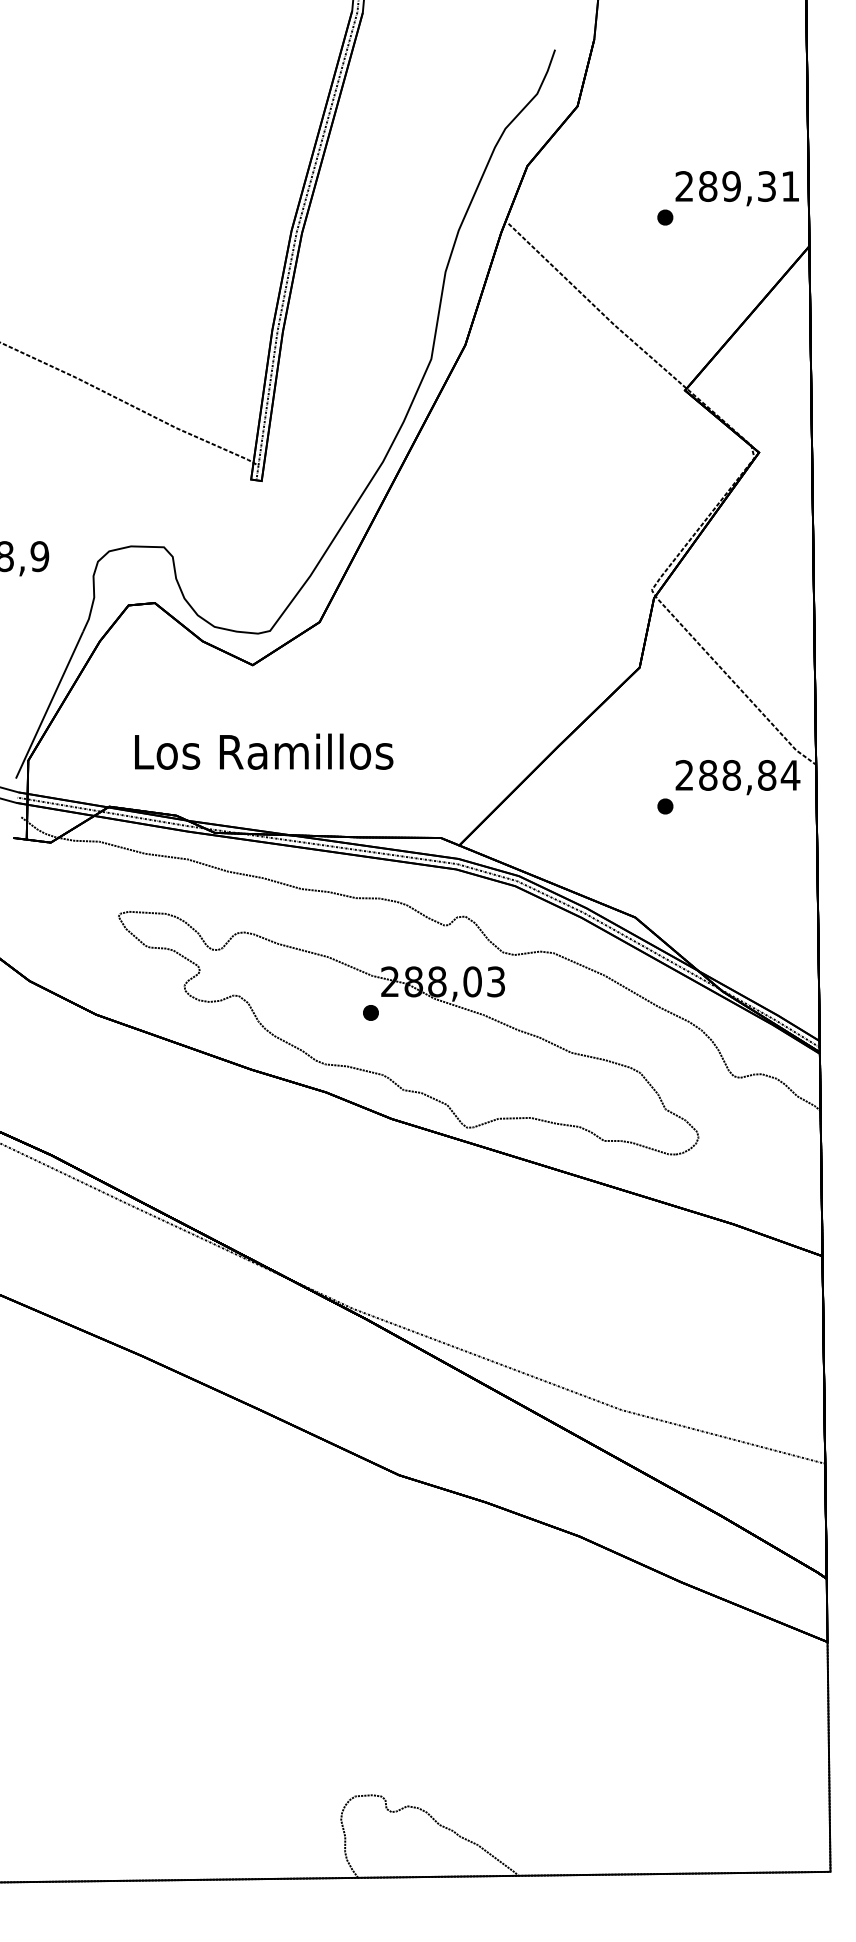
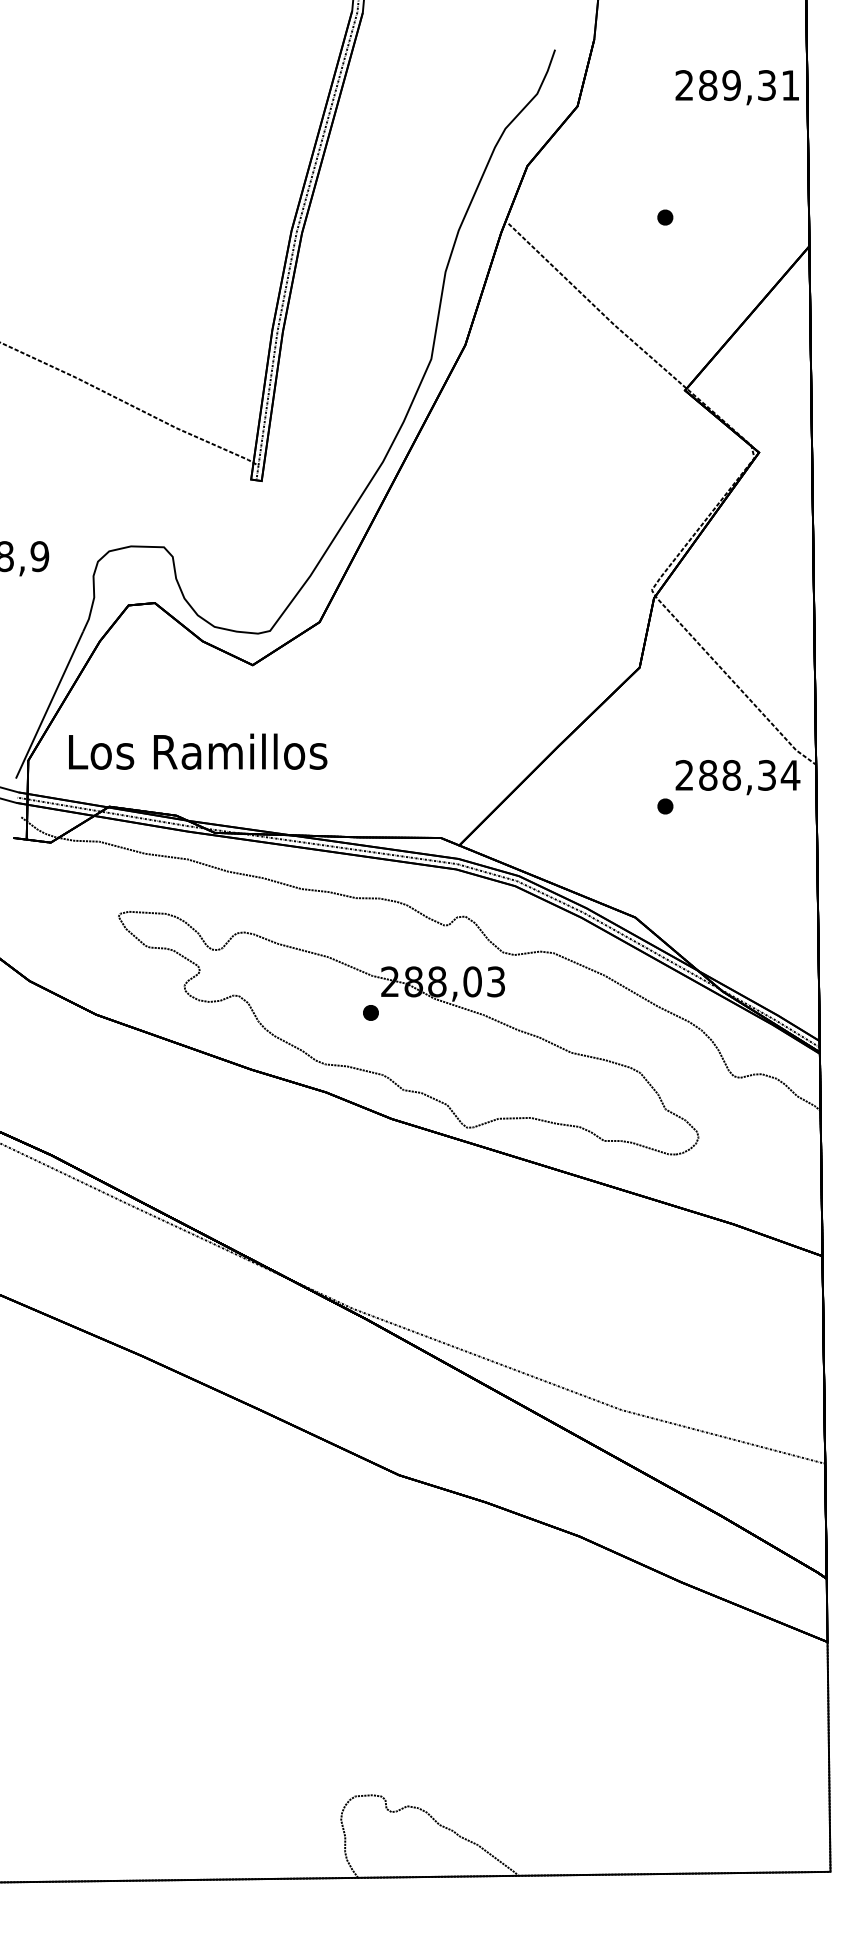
text at (736, 188) position: (736, 188) -> (736, 87)
text at (264, 751) position: (264, 751) -> (198, 751)
text at (767, 775): 288,84 -> 288,34
